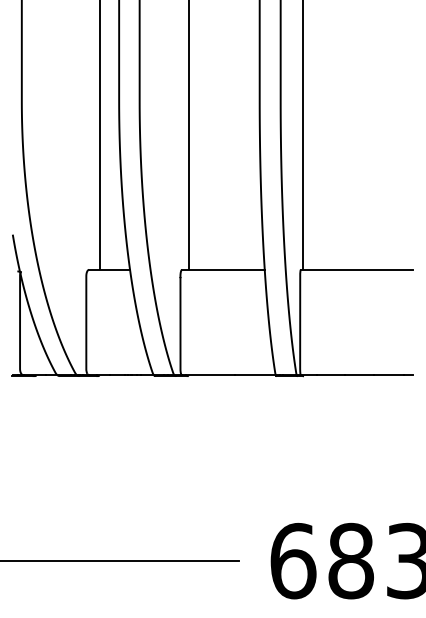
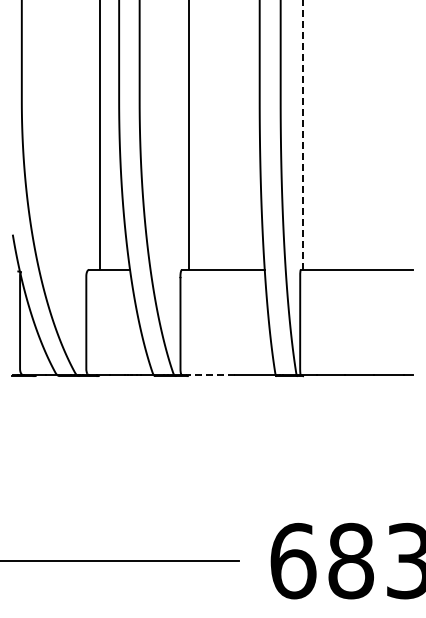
line at (303, 134): solid -> dashed
line at (210, 375): solid -> dashed
